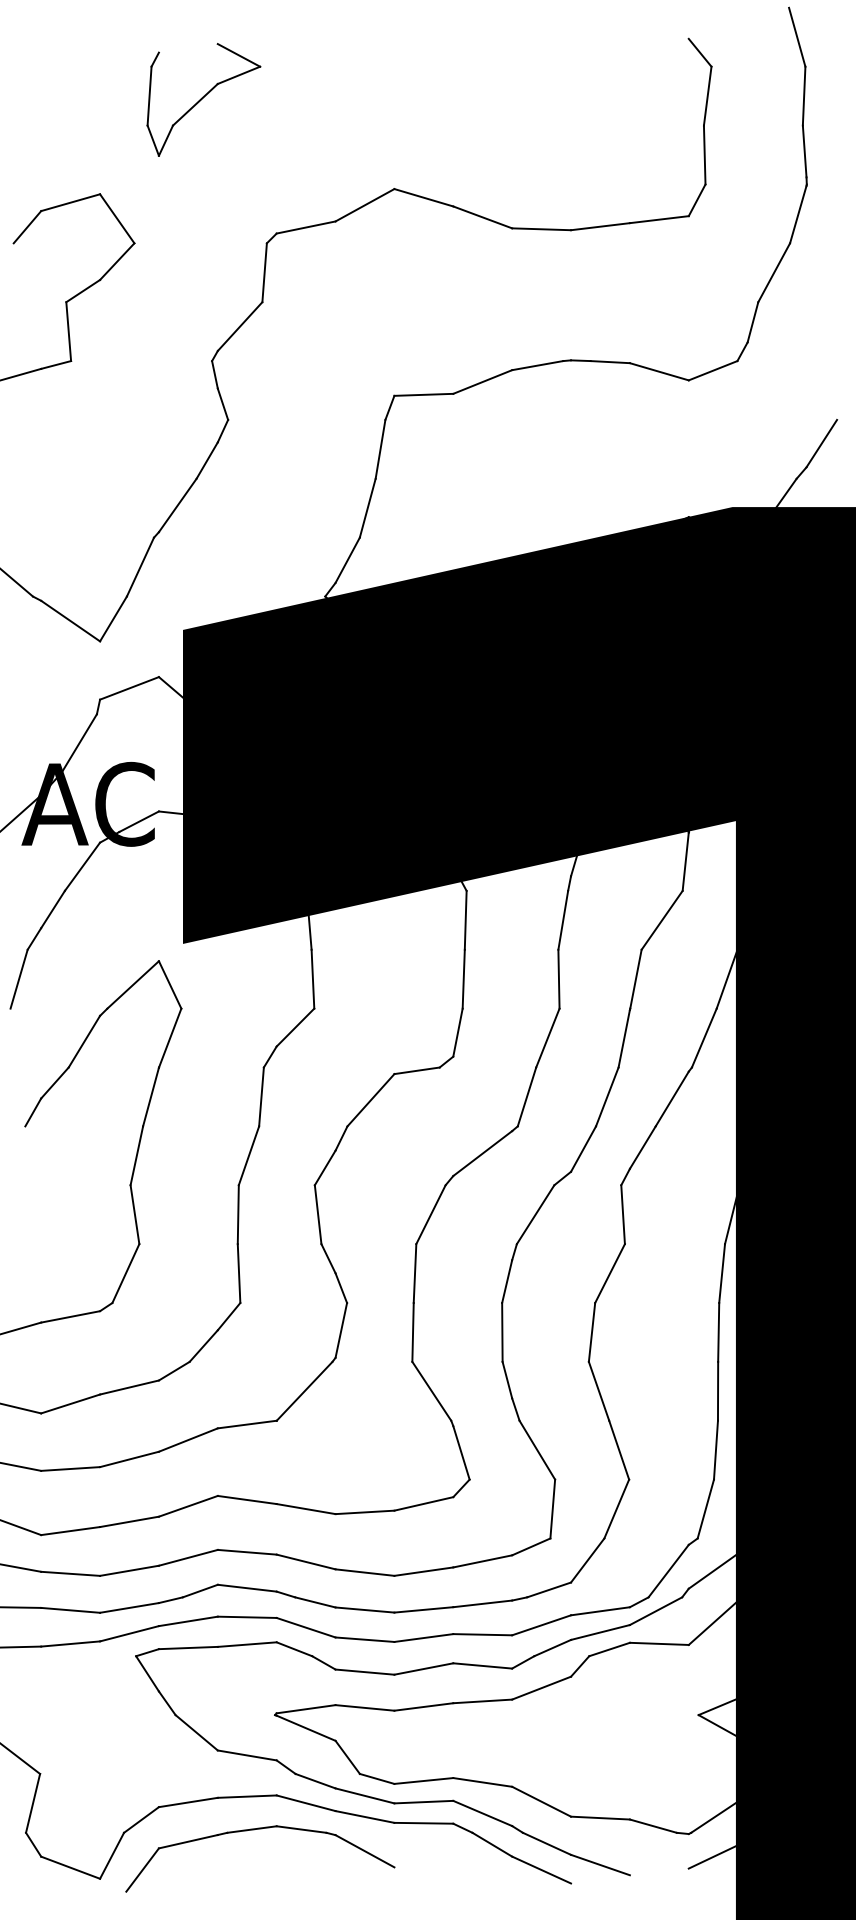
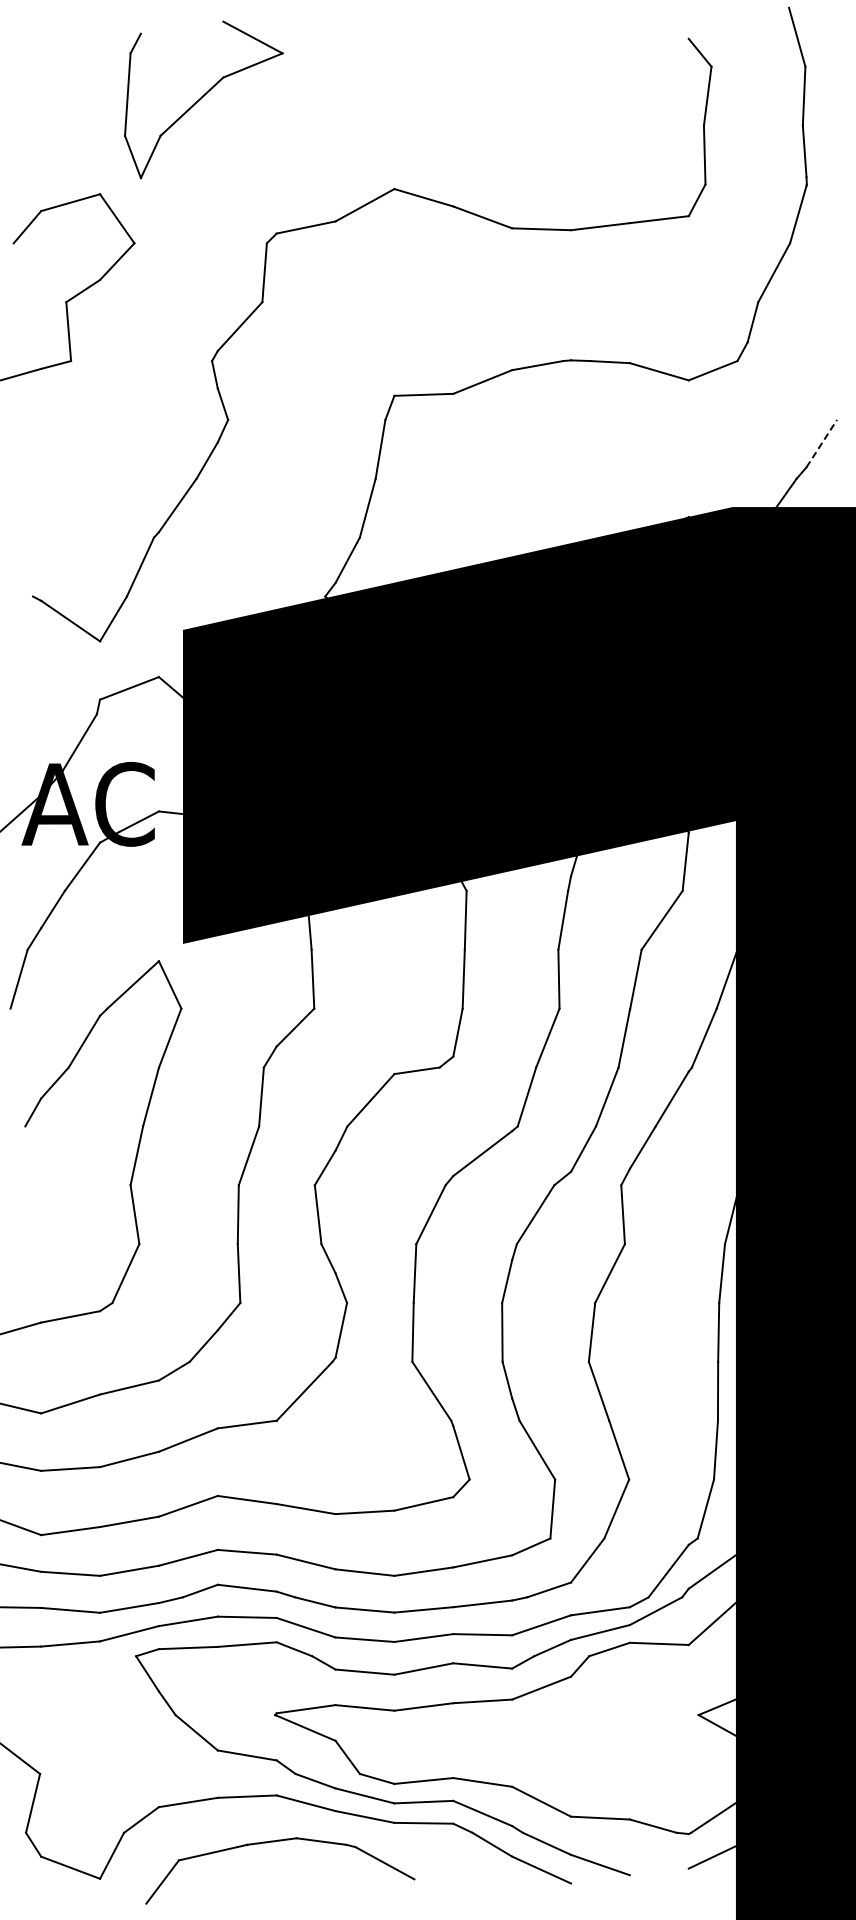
part at (203, 99) size: 116x114 px -> 160x160 px
line at (822, 443): solid -> dashed
line at (17, 583): present -> none
part at (254, 1830) position: (254, 1830) -> (274, 1842)
